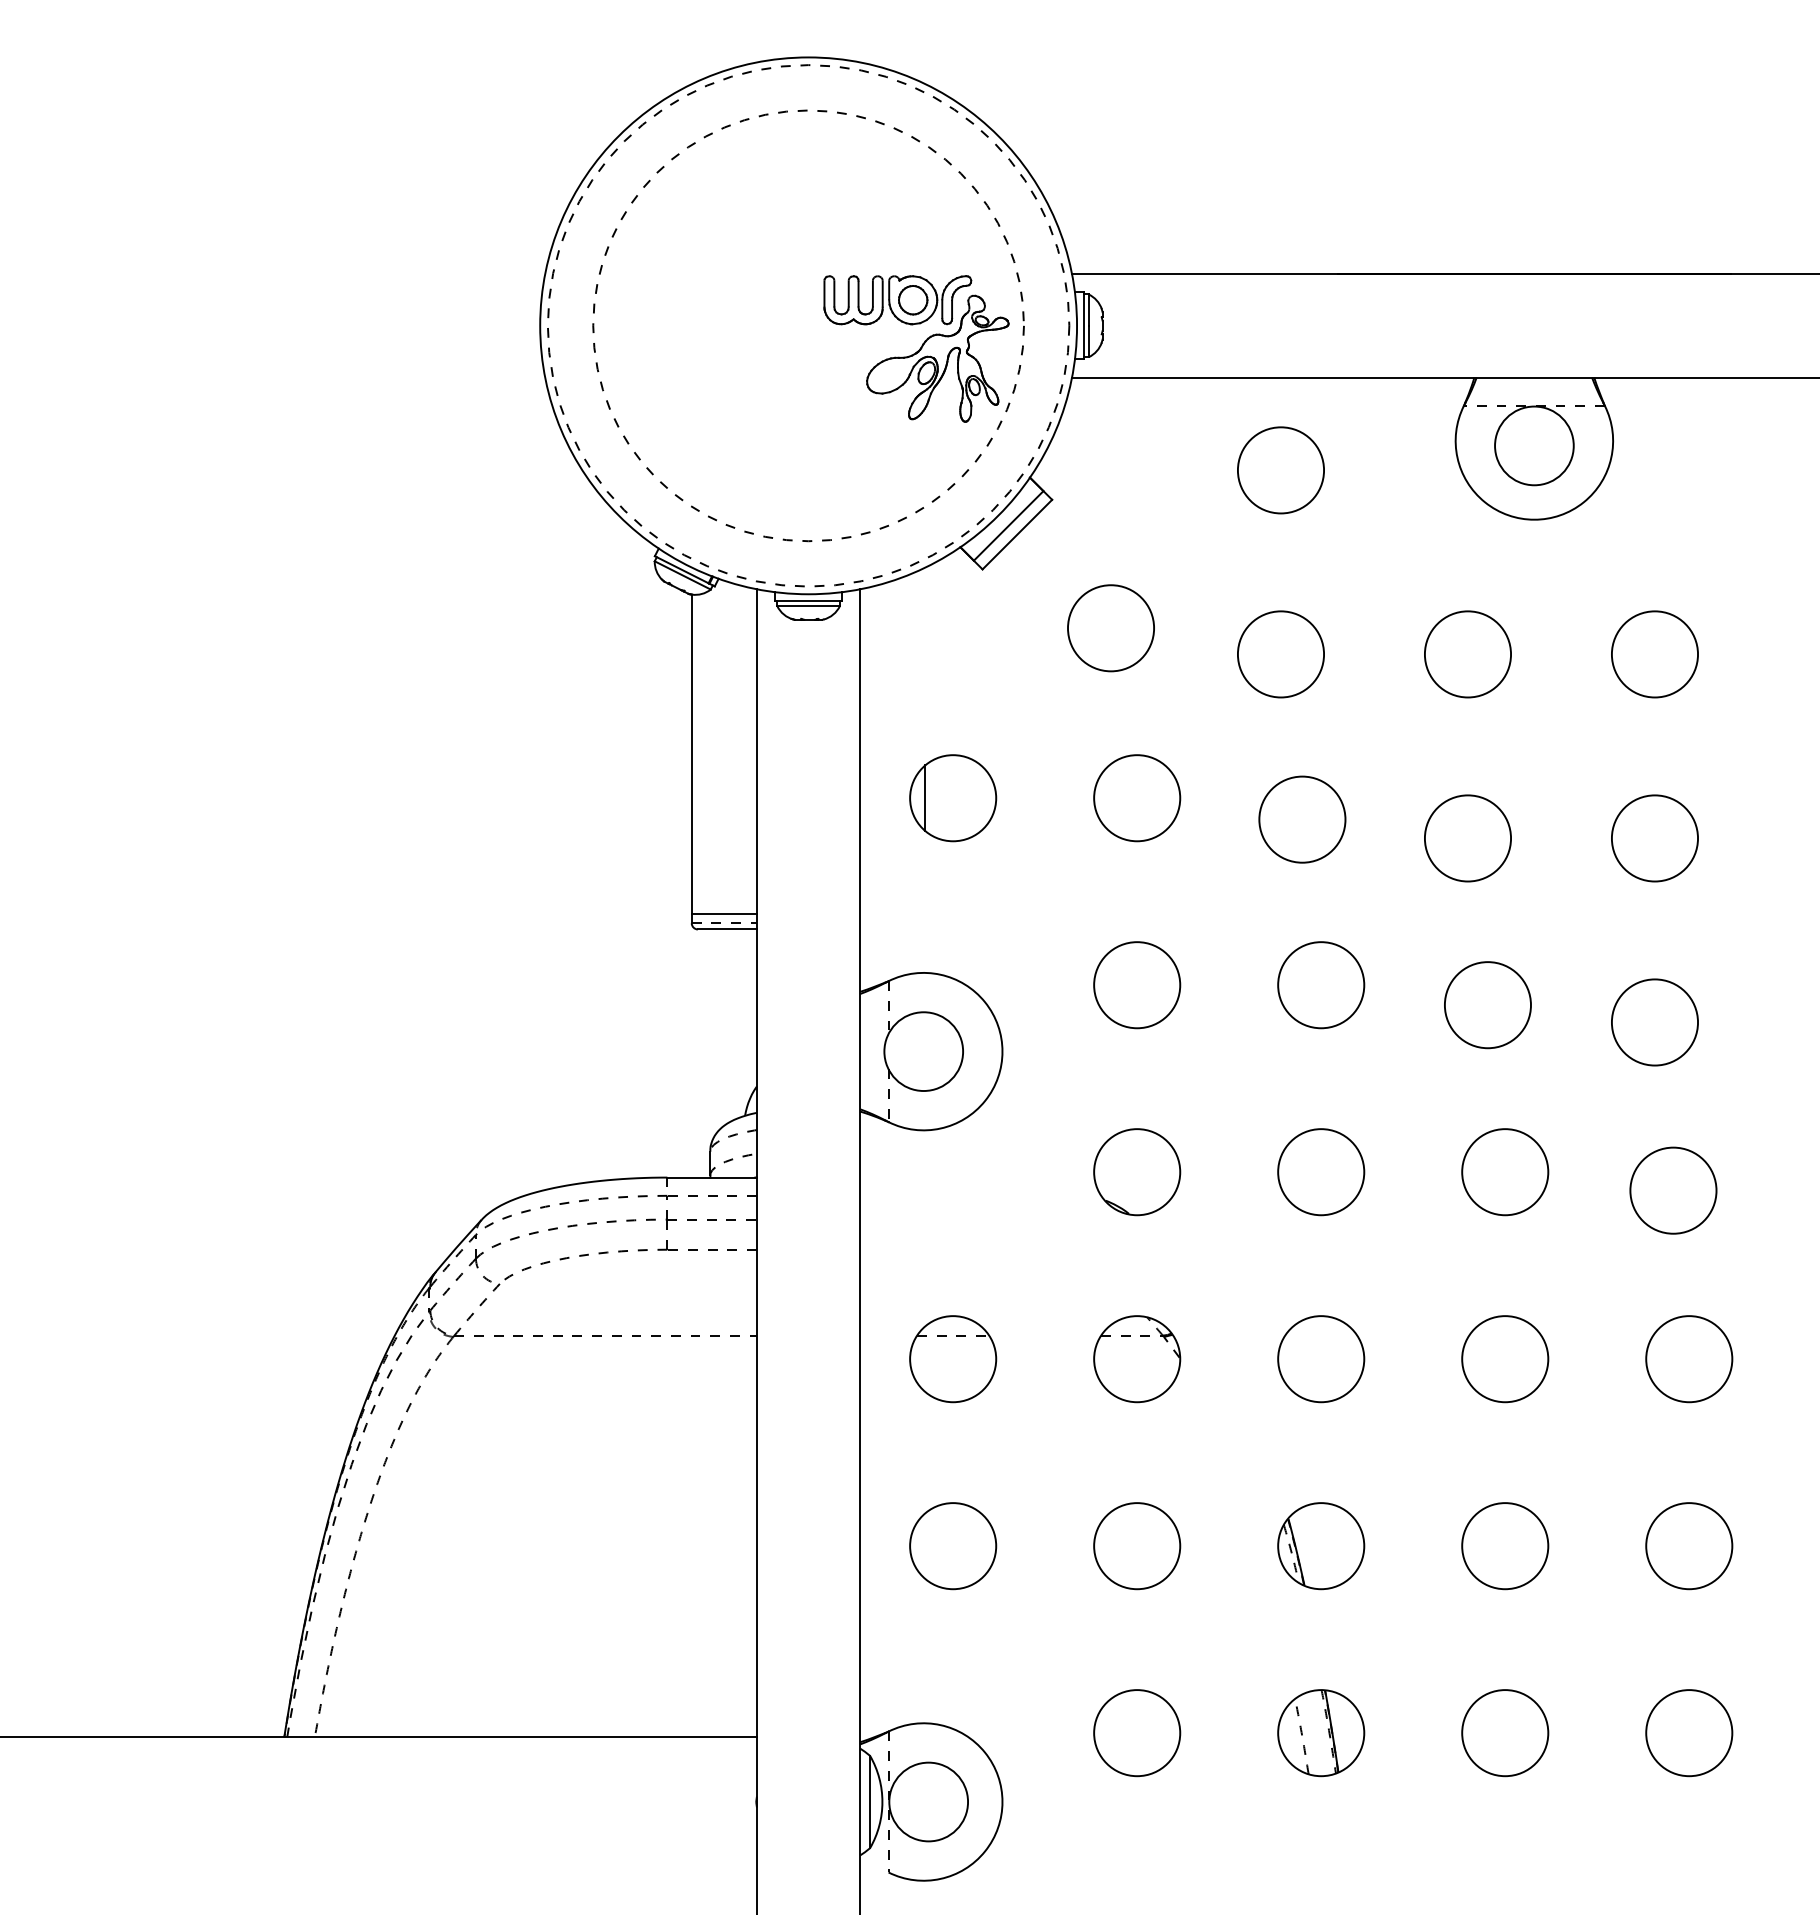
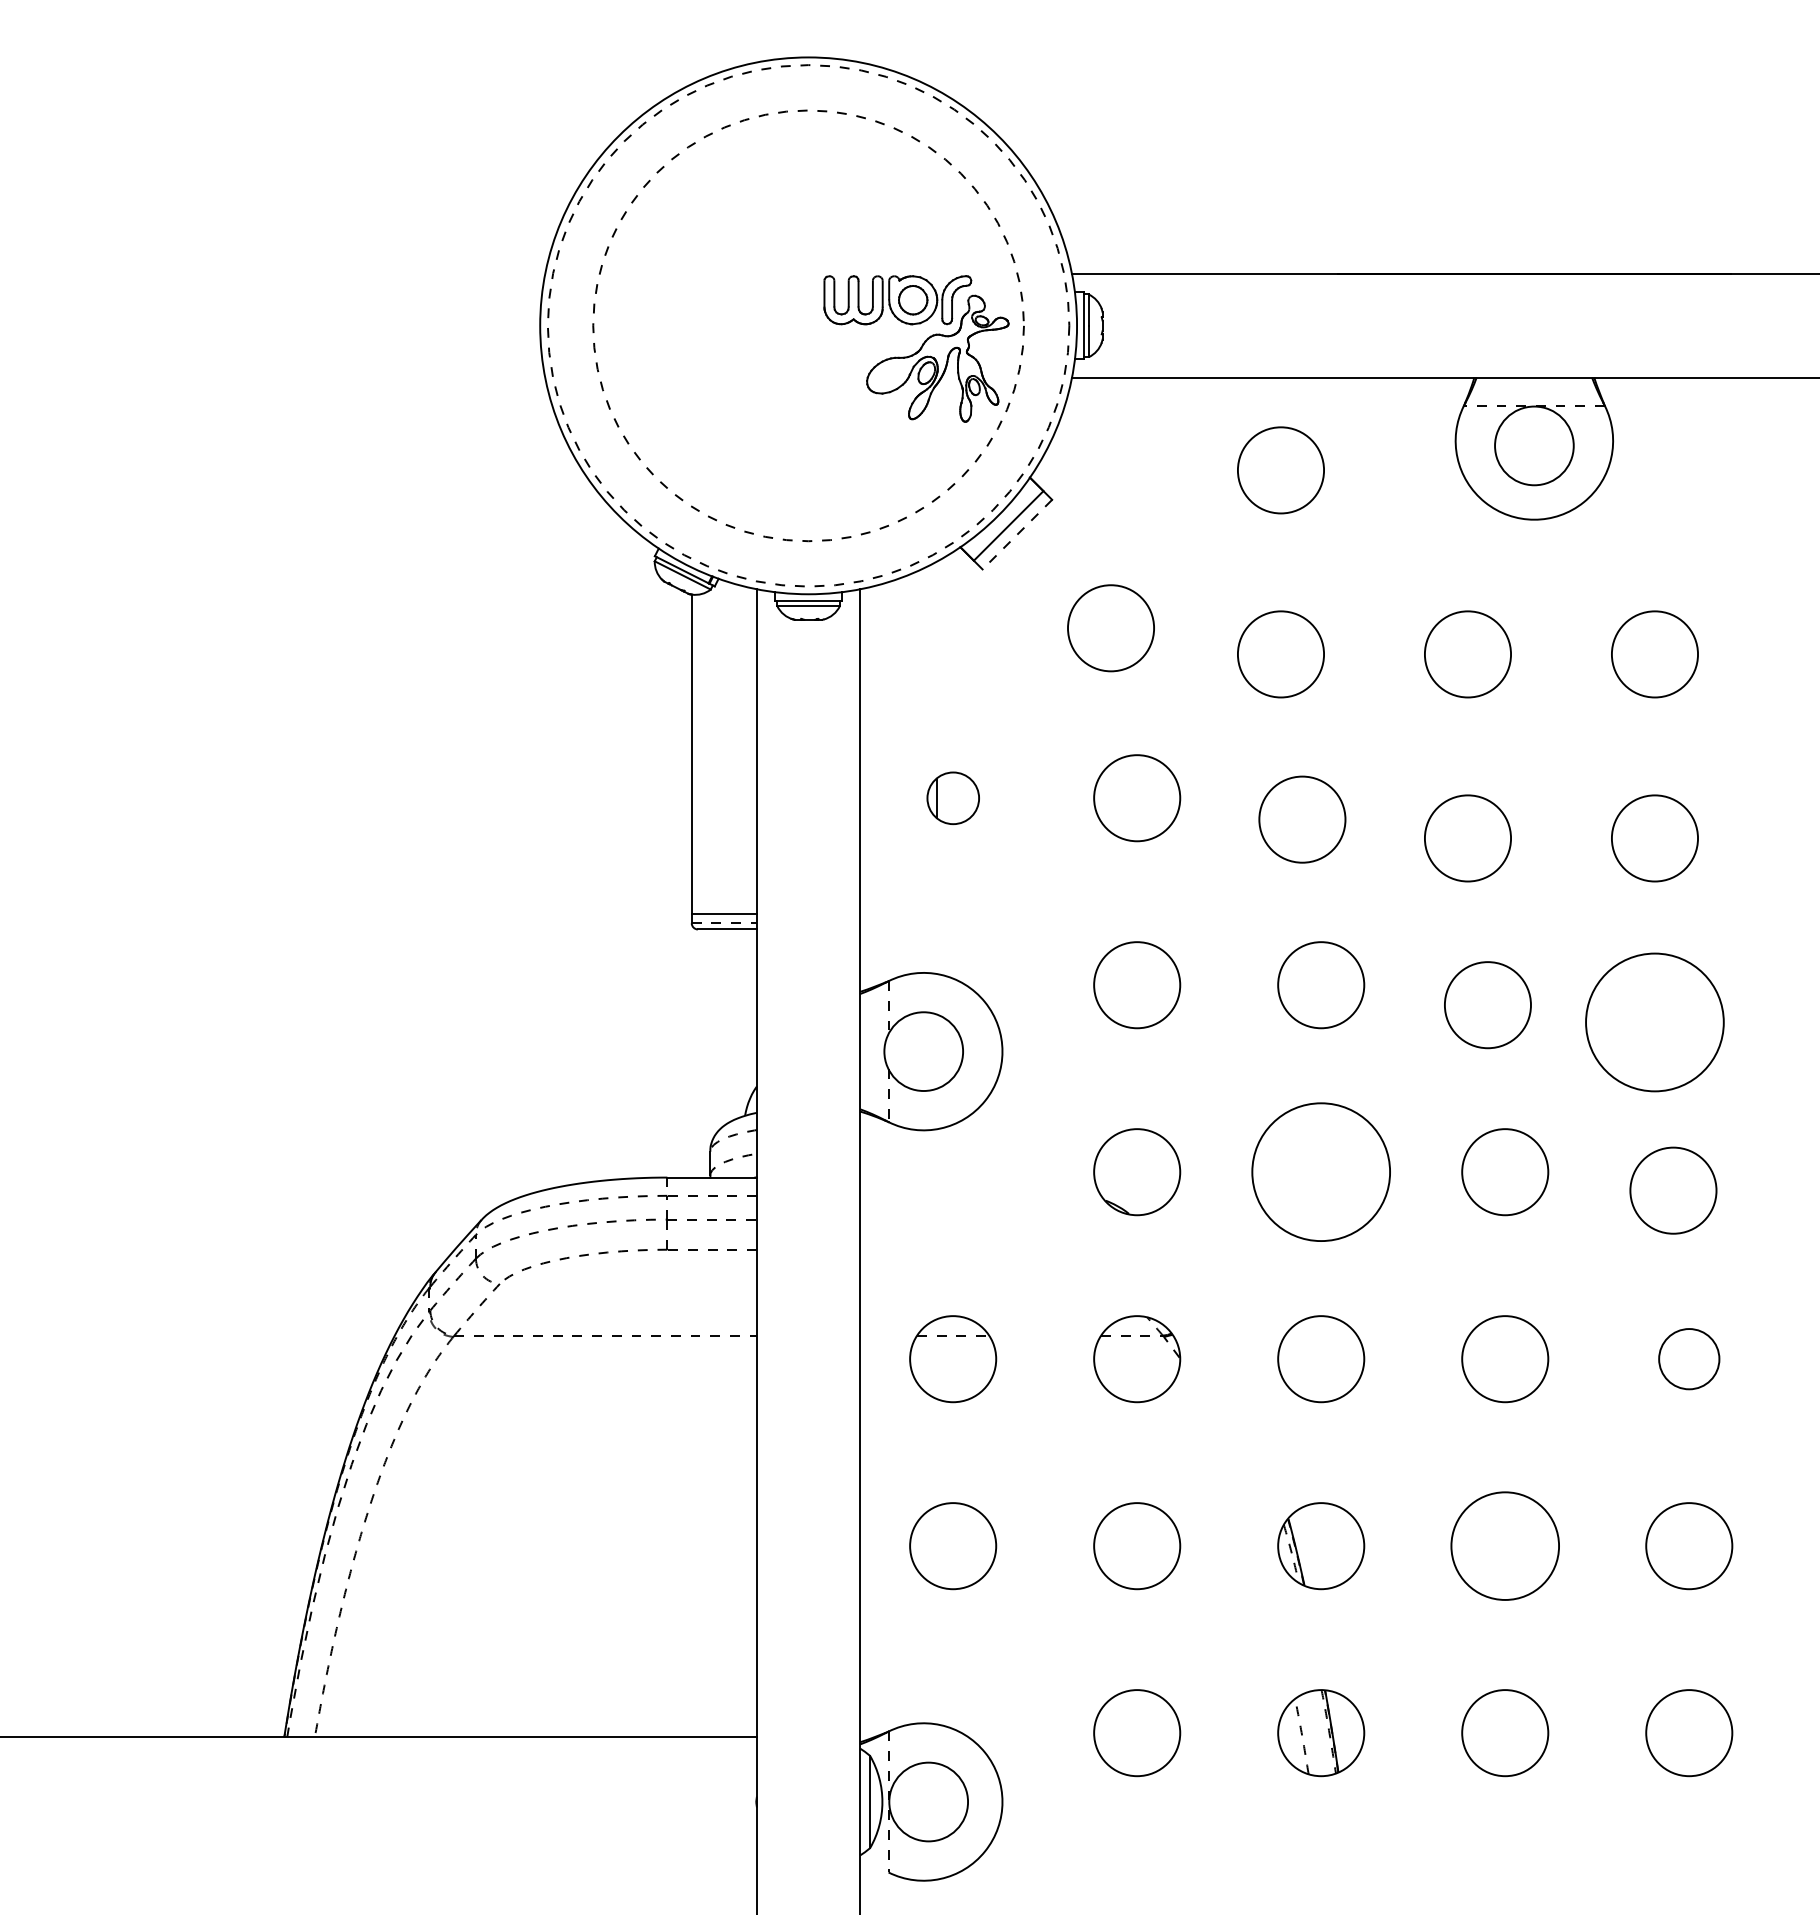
line at (1017, 534): solid -> dashed
part at (953, 798) size: 89x89 px -> 54x55 px
circle at (1654, 1022) size: 88x89 px -> 140x141 px
circle at (1321, 1172) diameter: 86 px -> 138 px
circle at (1689, 1359) diameter: 86 px -> 60 px
circle at (1505, 1546) diameter: 86 px -> 108 px
